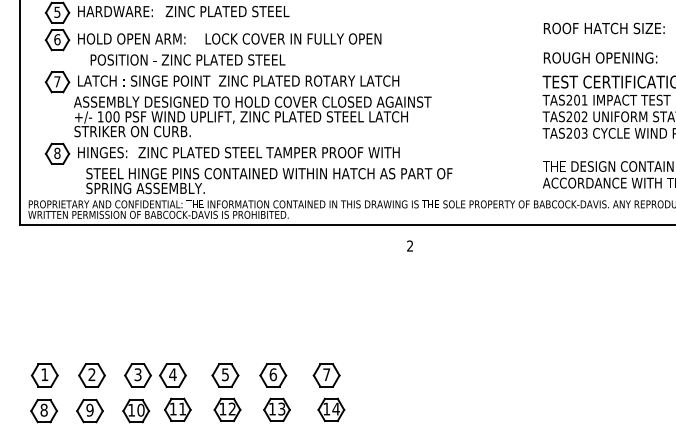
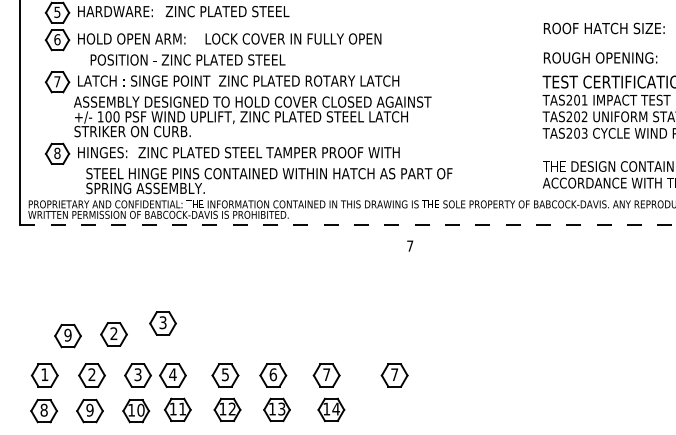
line at (347, 225): solid -> dashed
text at (410, 245): 2 -> 7
part at (162, 323): none -> present
part at (113, 334): none -> present
part at (67, 336): none -> present
part at (394, 375): none -> present
